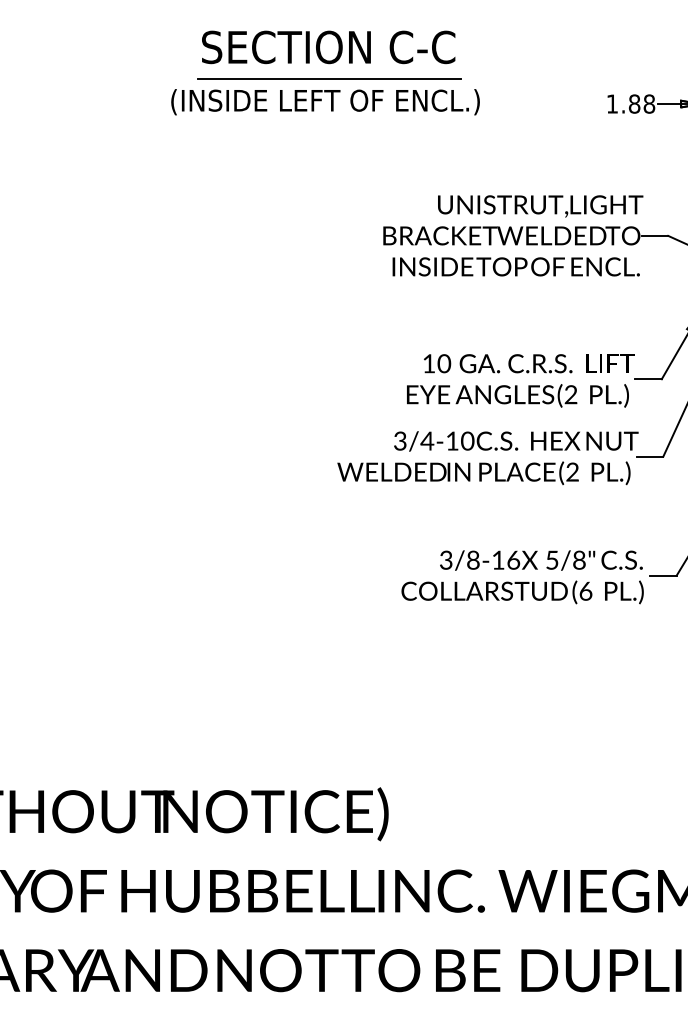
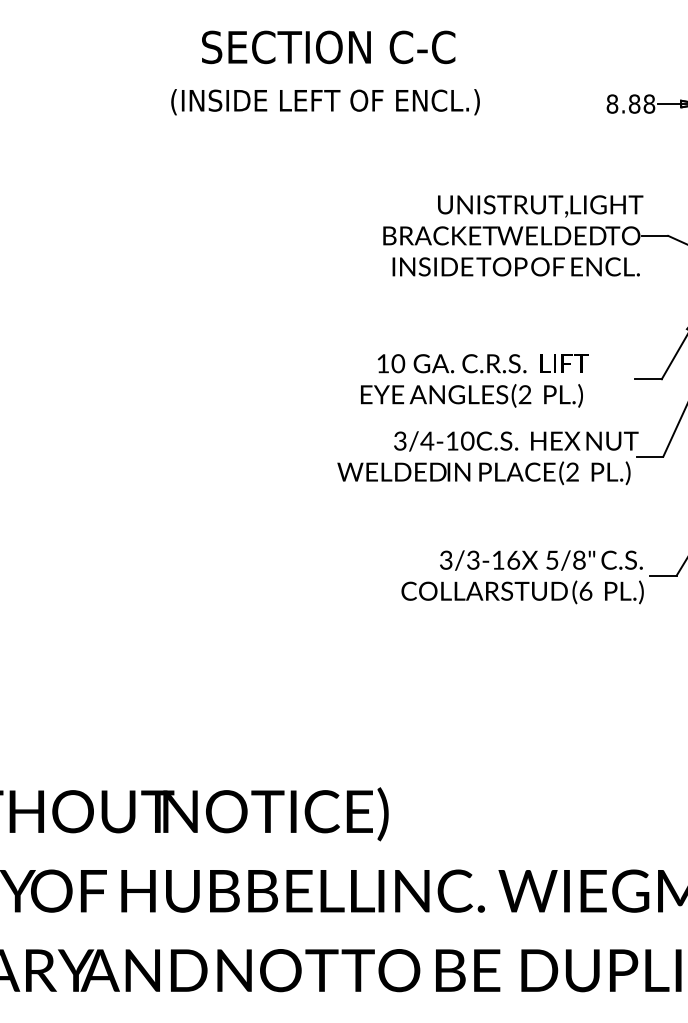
line at (328, 79): present -> none
text at (612, 103): 1.88 -> 8.88
text at (520, 380) position: (520, 380) -> (474, 380)
text at (473, 560): 3/8-16 -> 3/3-16
